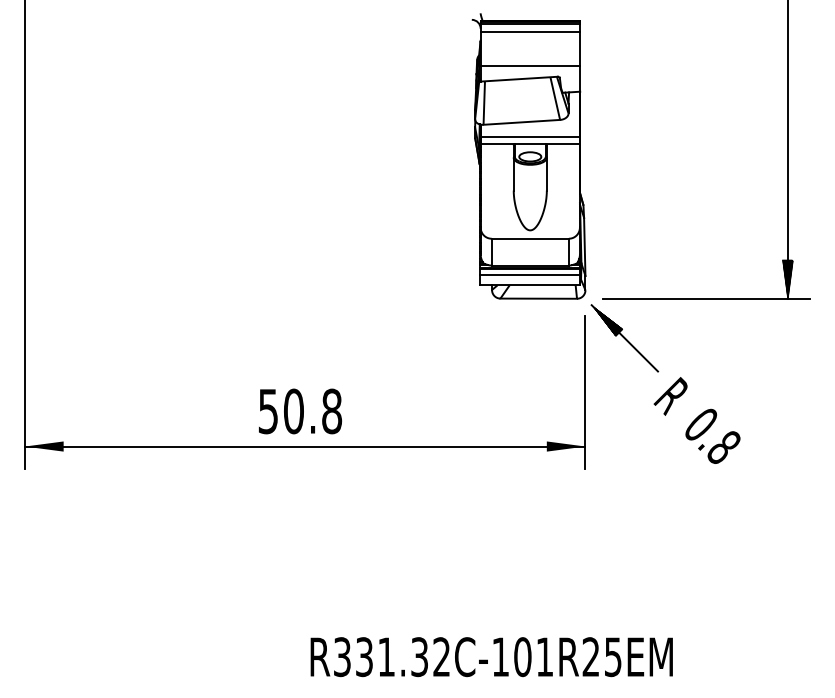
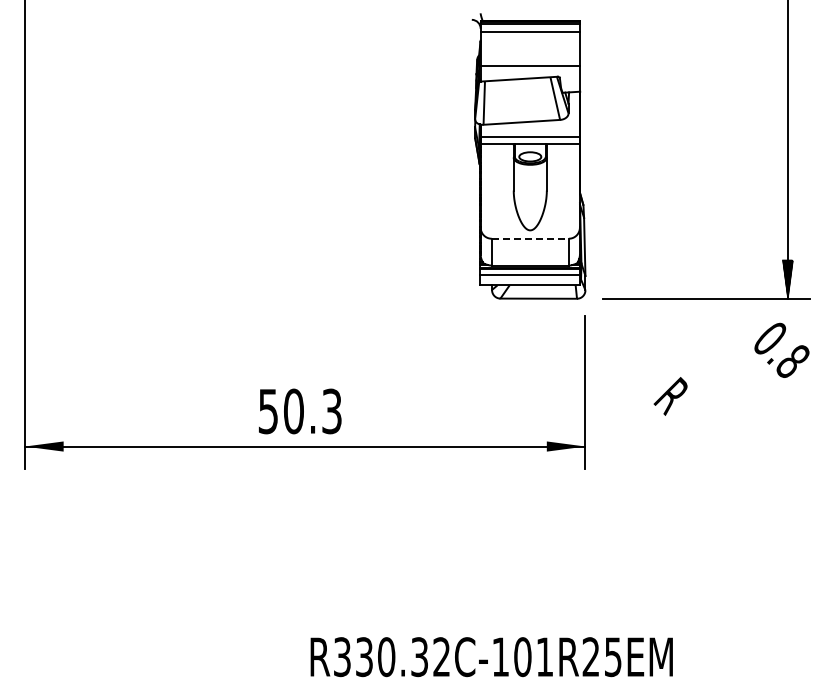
line at (530, 238): solid -> dashed
part at (624, 338): present -> none
text at (332, 411): 50.8 -> 50.3
text at (712, 435) position: (712, 435) -> (781, 349)
text at (386, 657): R331.32C-101R25EM -> R330.32C-101R25EM
